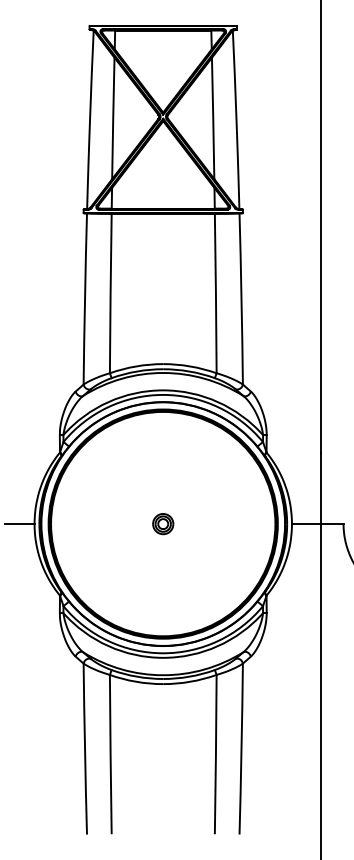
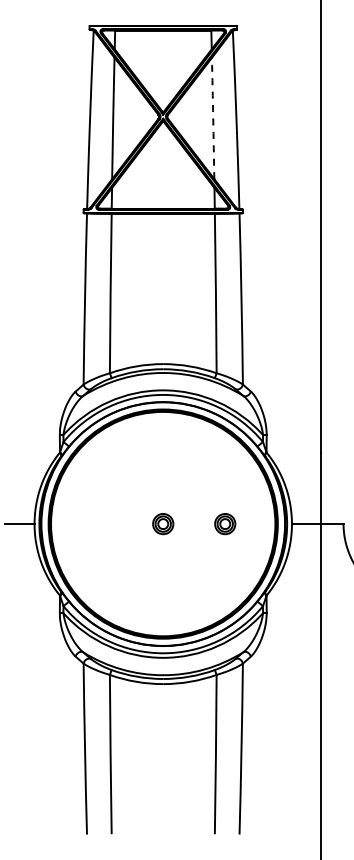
arc at (213, 118): solid -> dashed
part at (225, 524): none -> present
